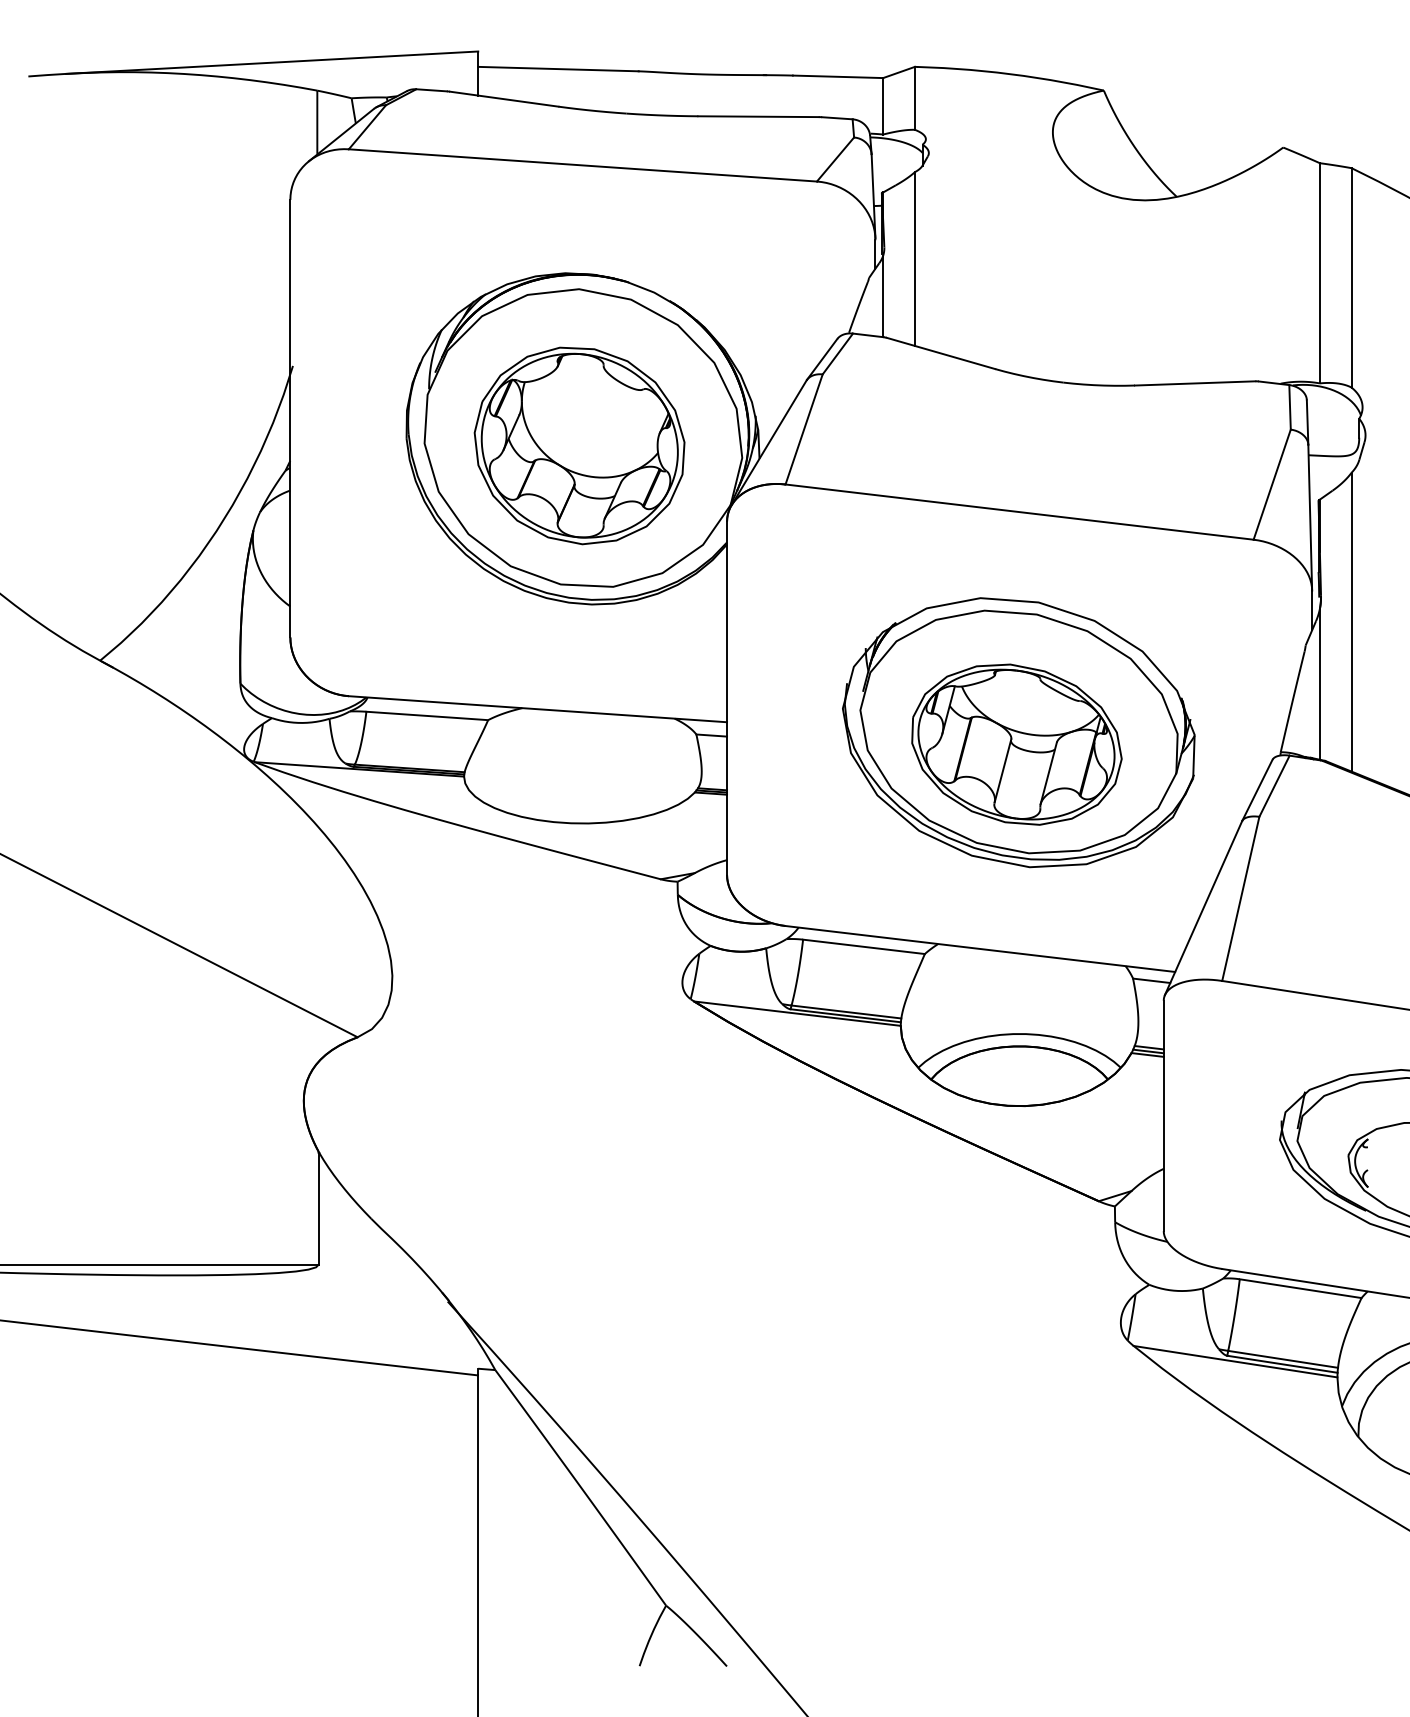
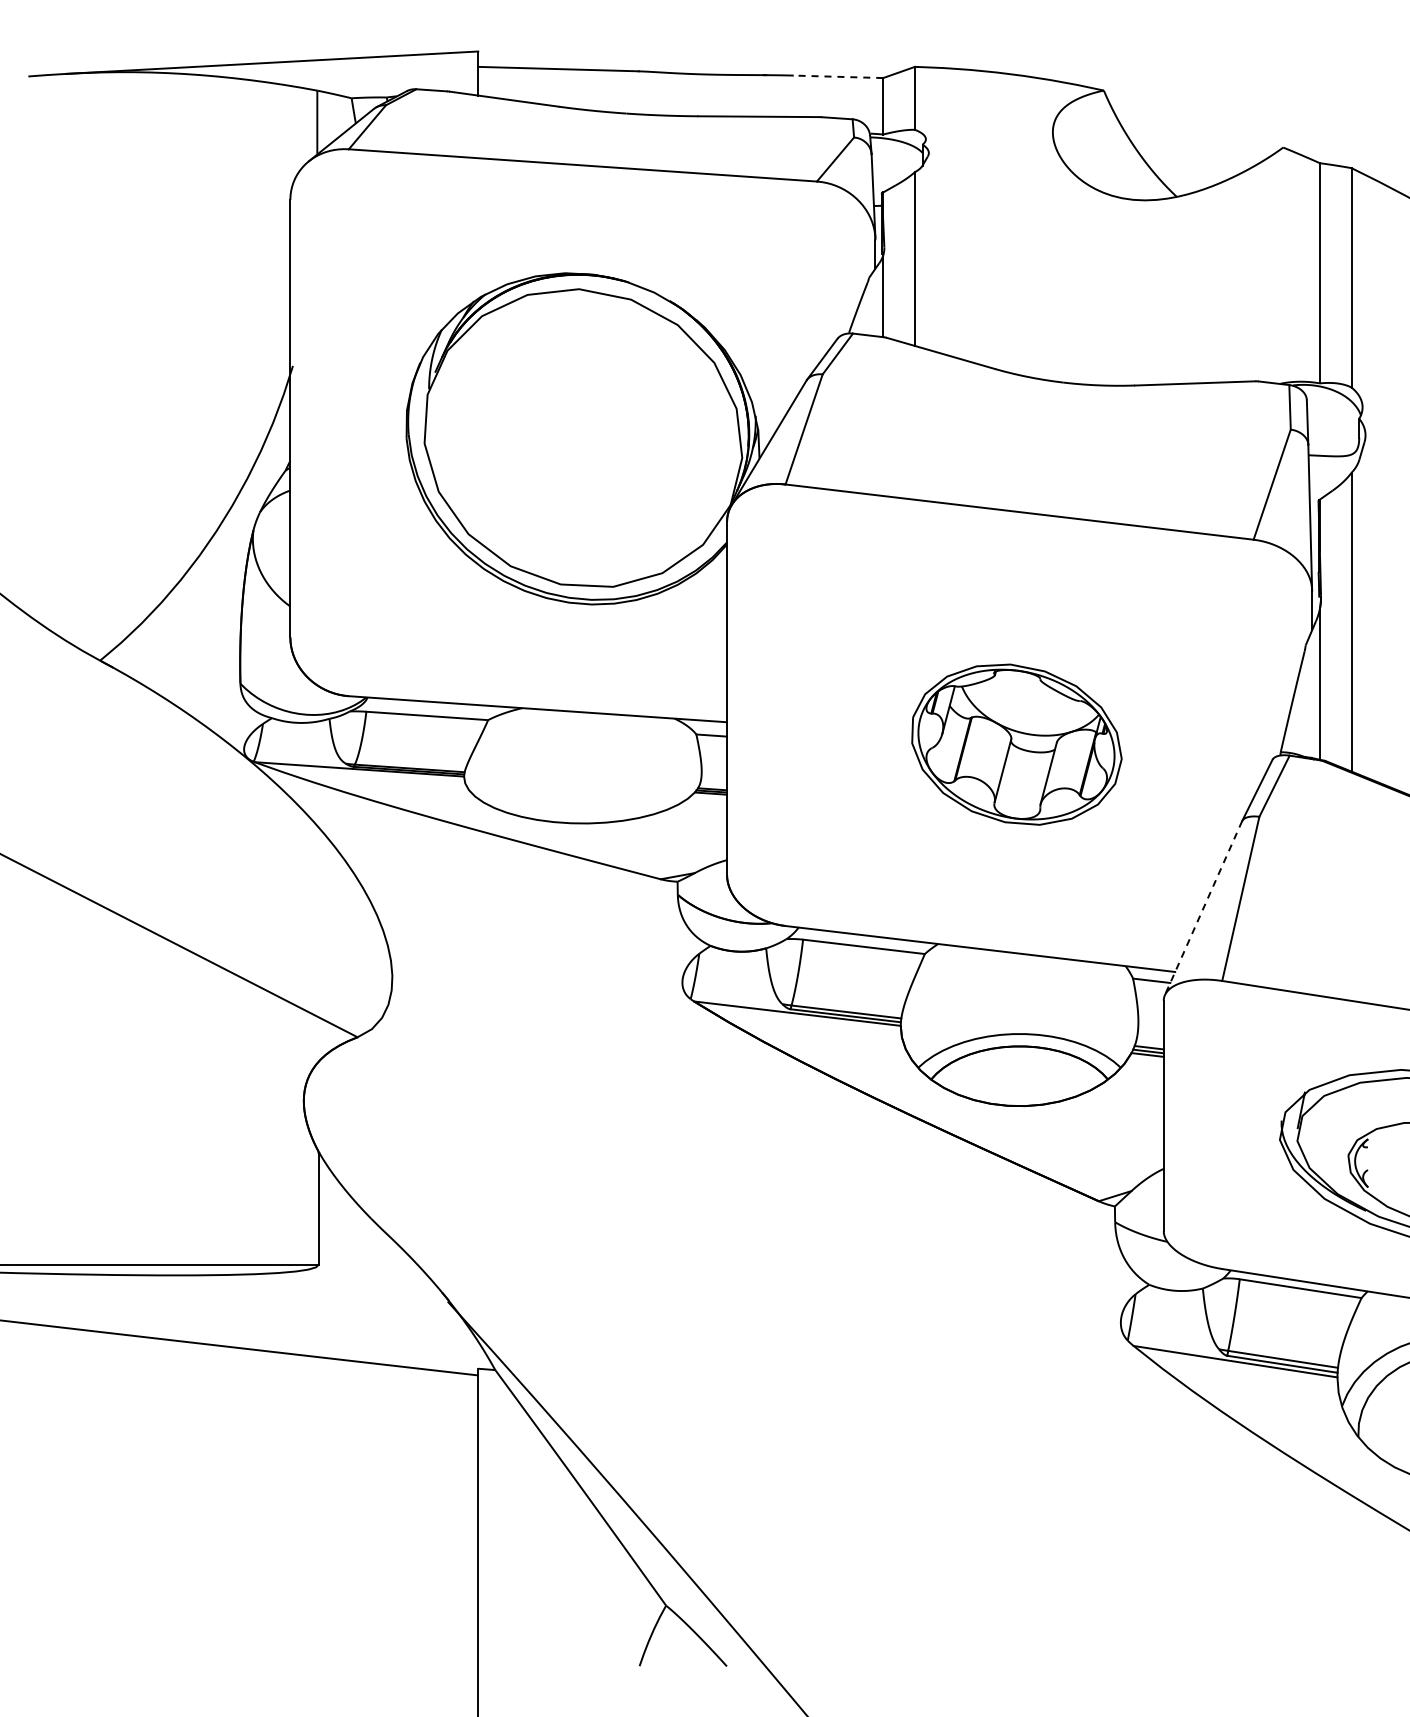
line at (837, 76): solid -> dashed
part at (579, 445): present -> none
part at (1018, 732): present -> none
line at (1203, 908): solid -> dashed
